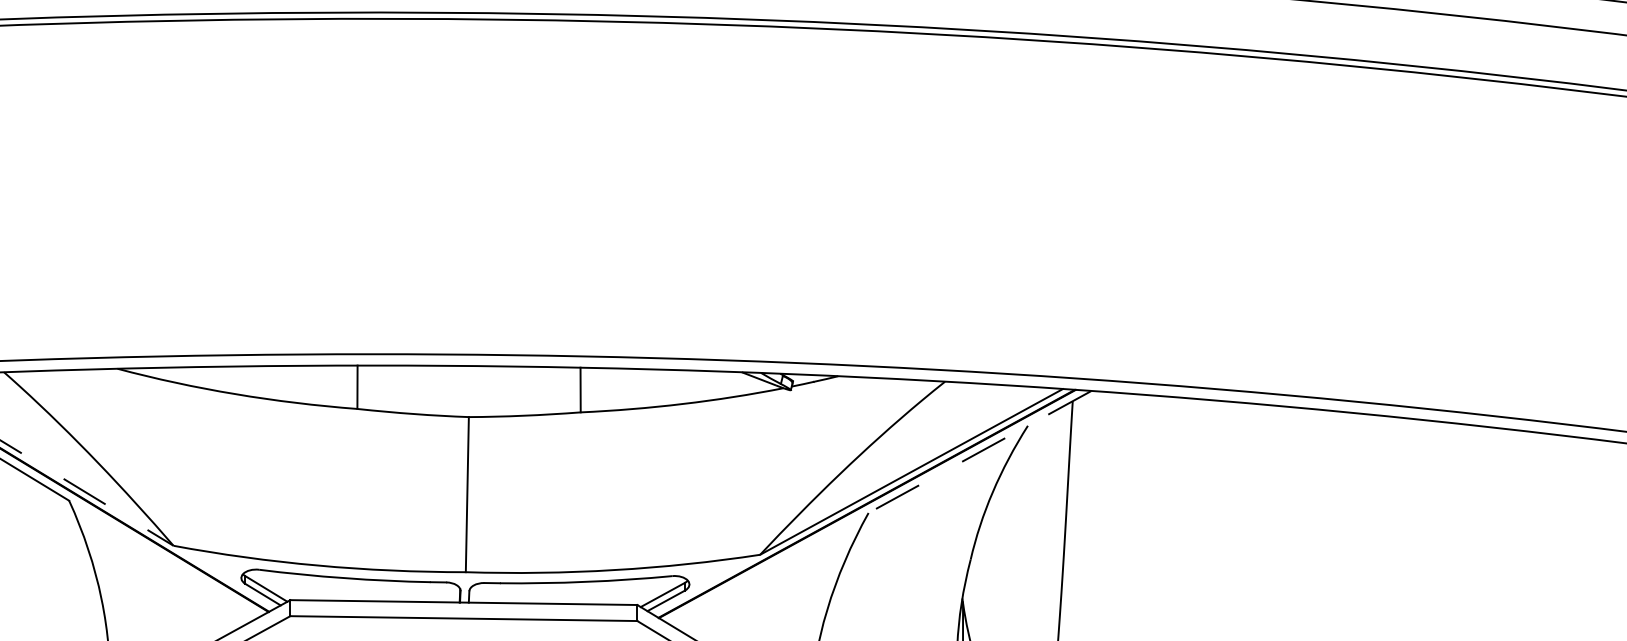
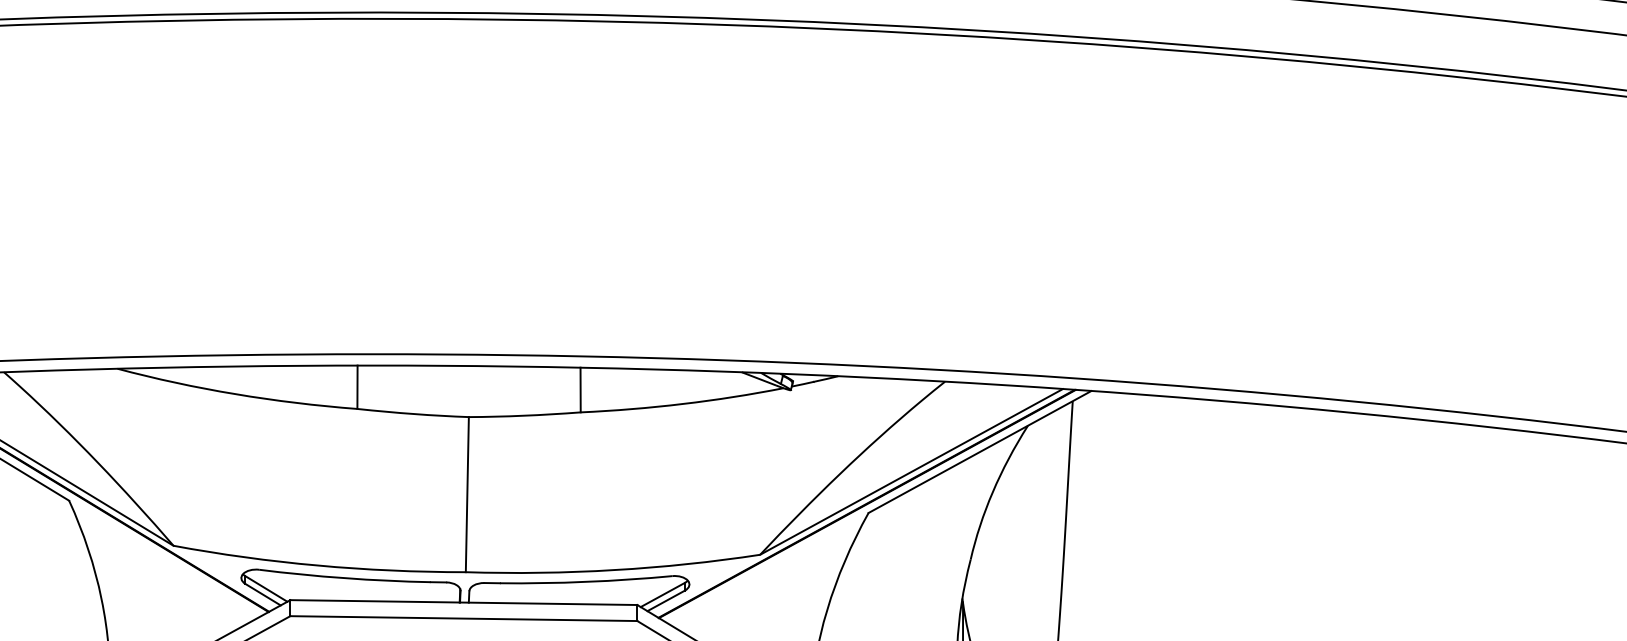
line at (979, 452): dashed -> solid
line at (87, 493): dashed -> solid
